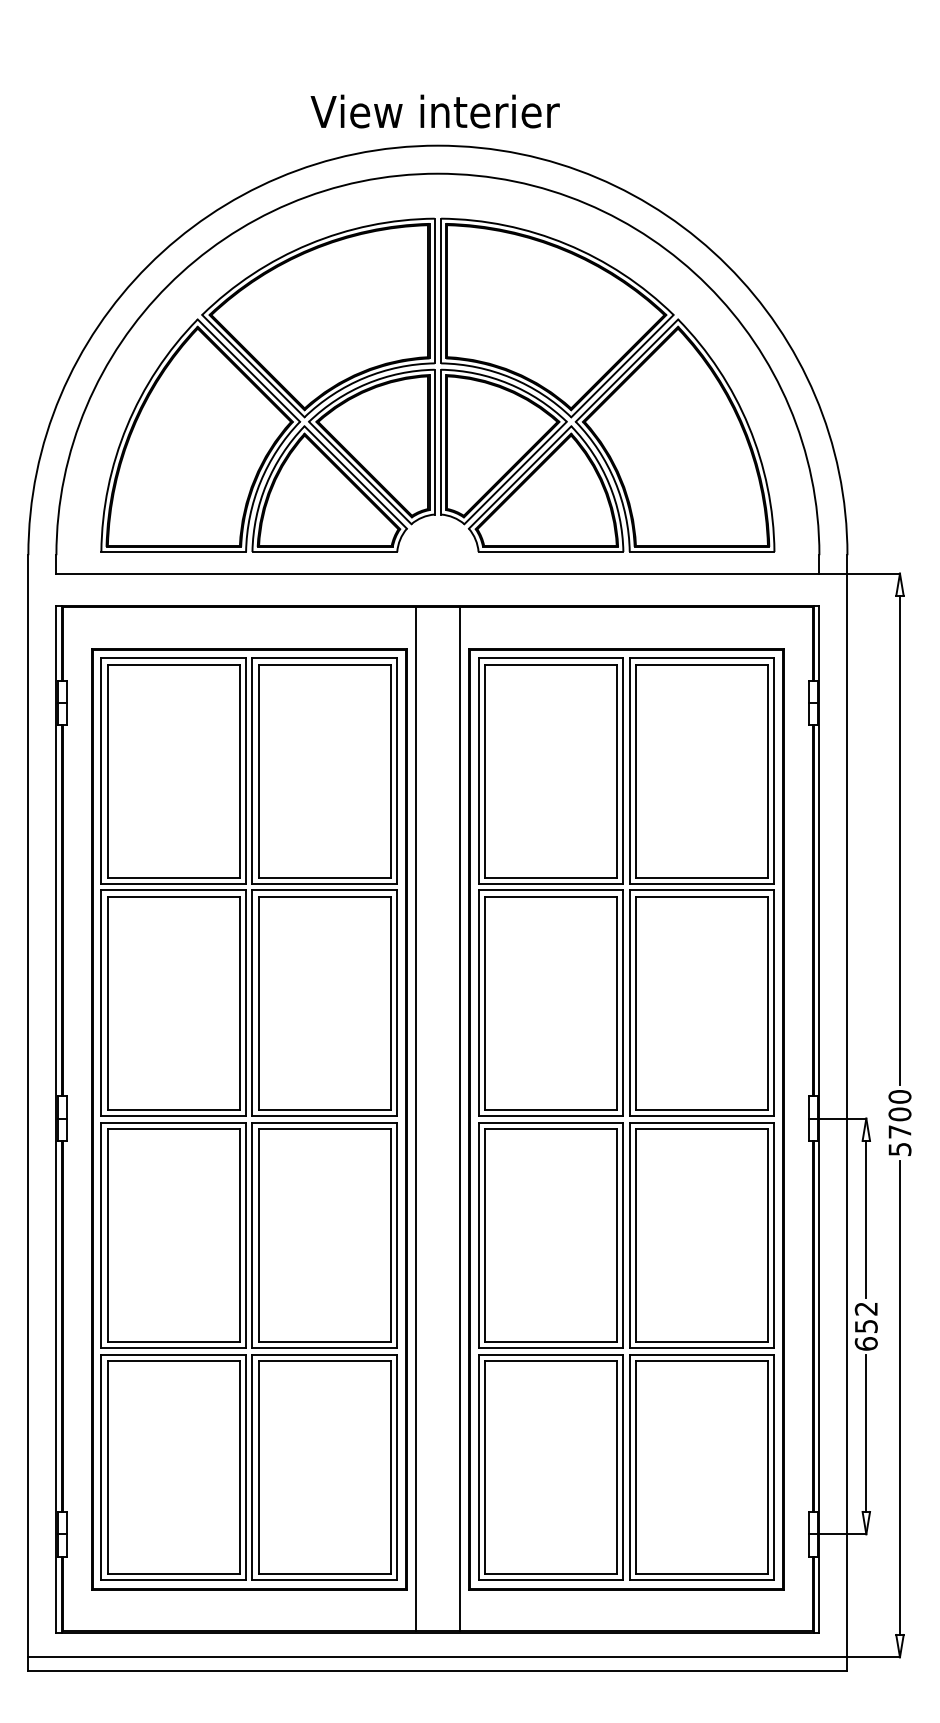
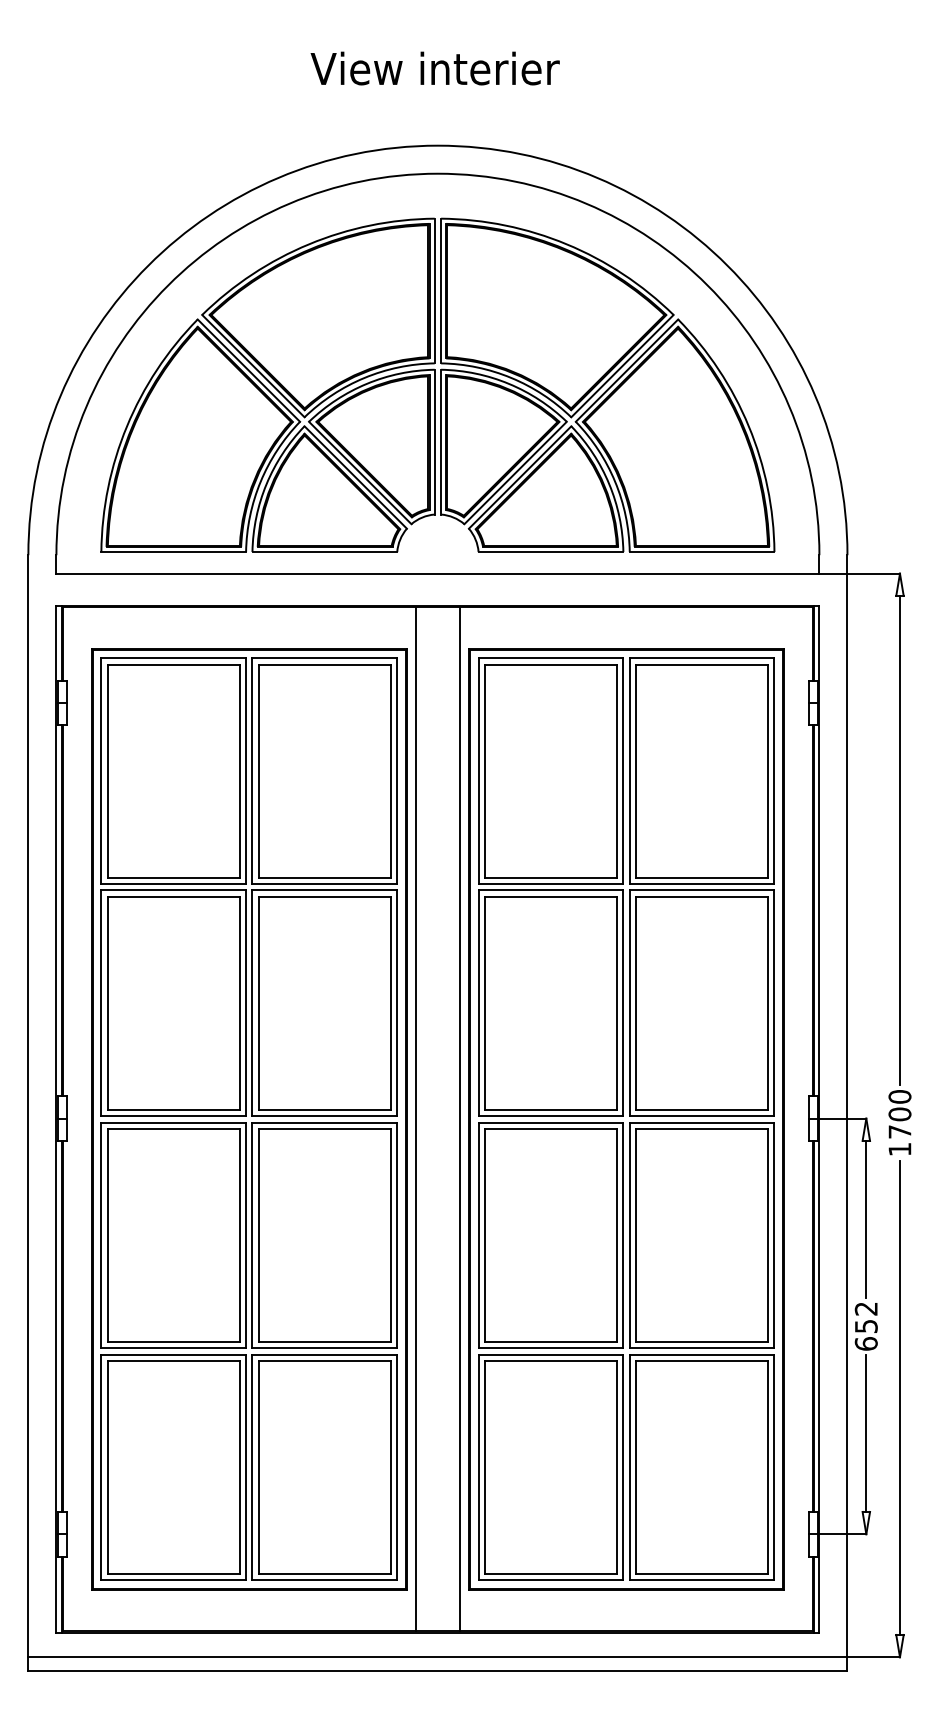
text at (434, 111) position: (434, 111) -> (434, 68)
text at (899, 1149): 5700 -> 1700
